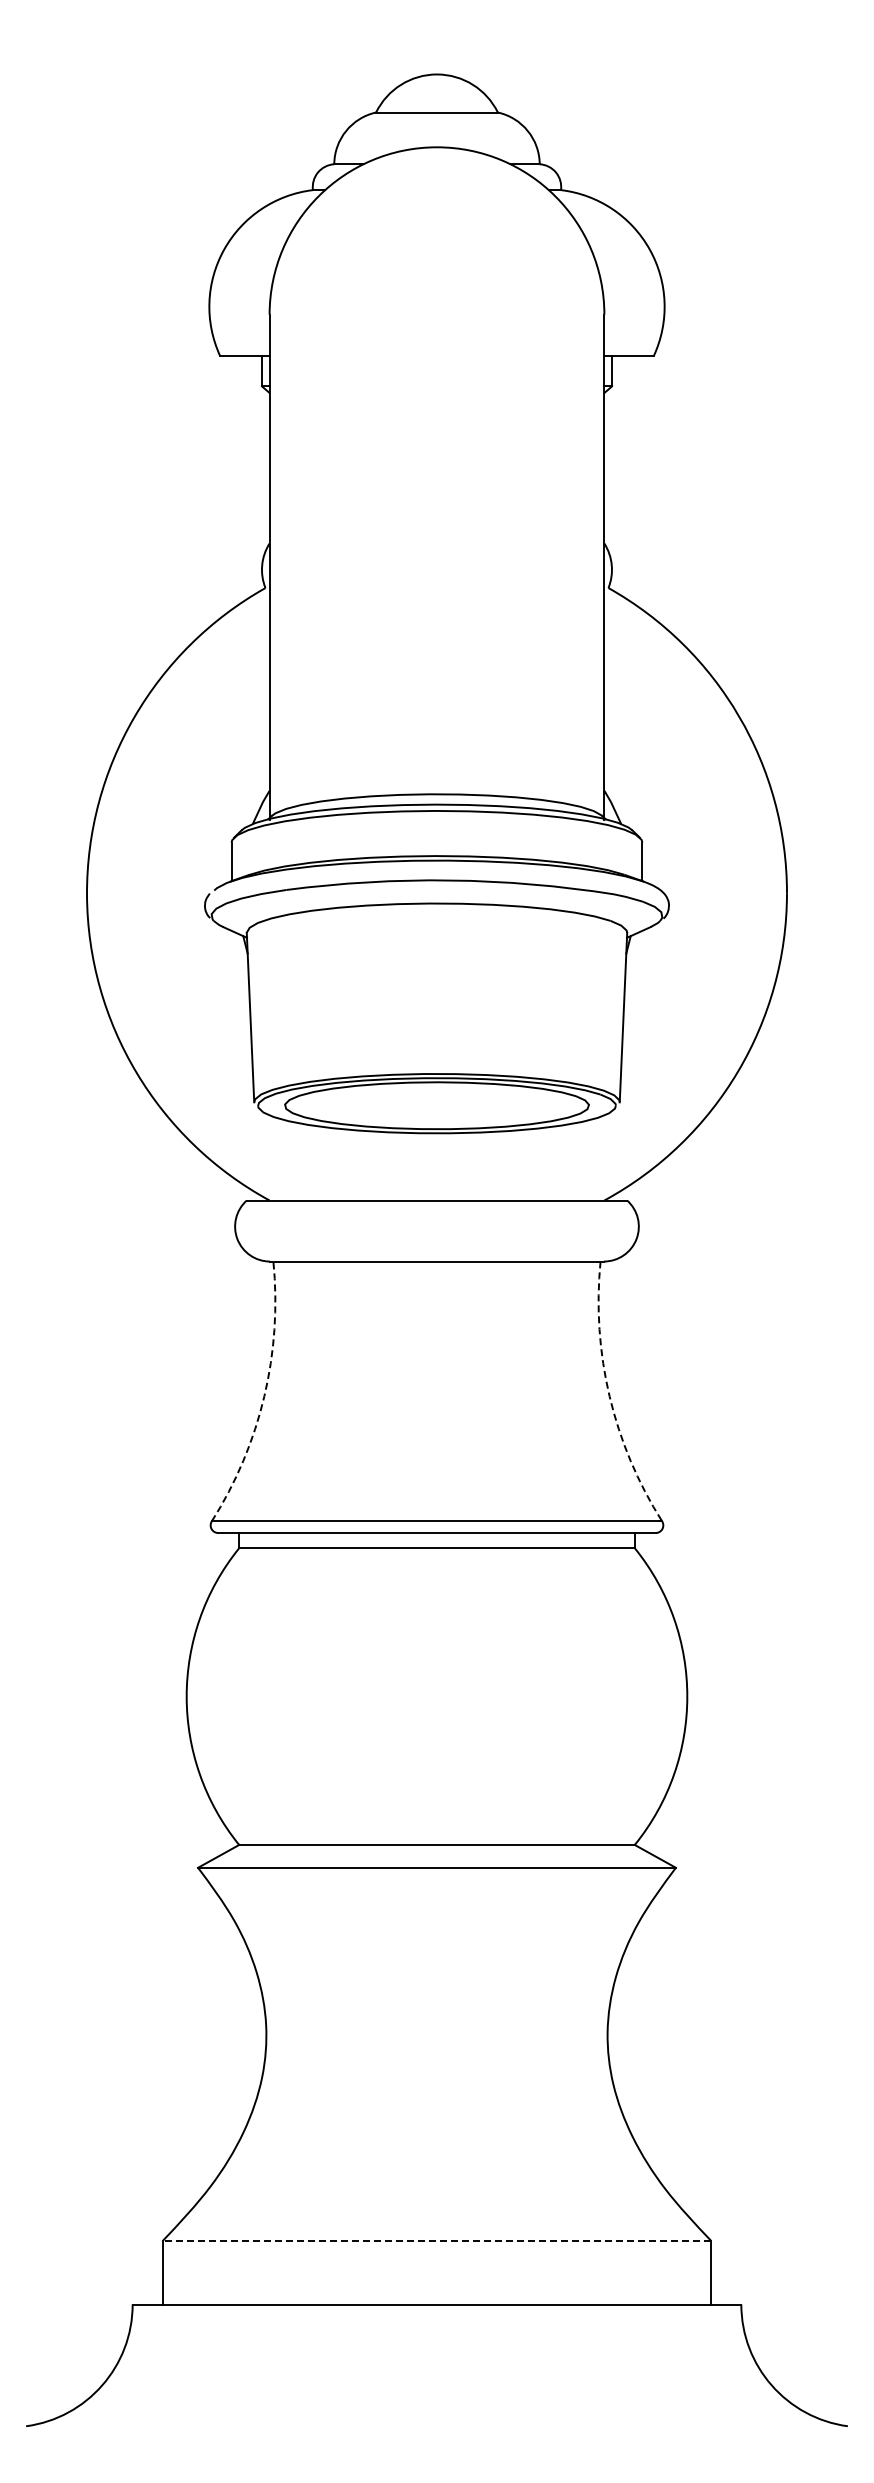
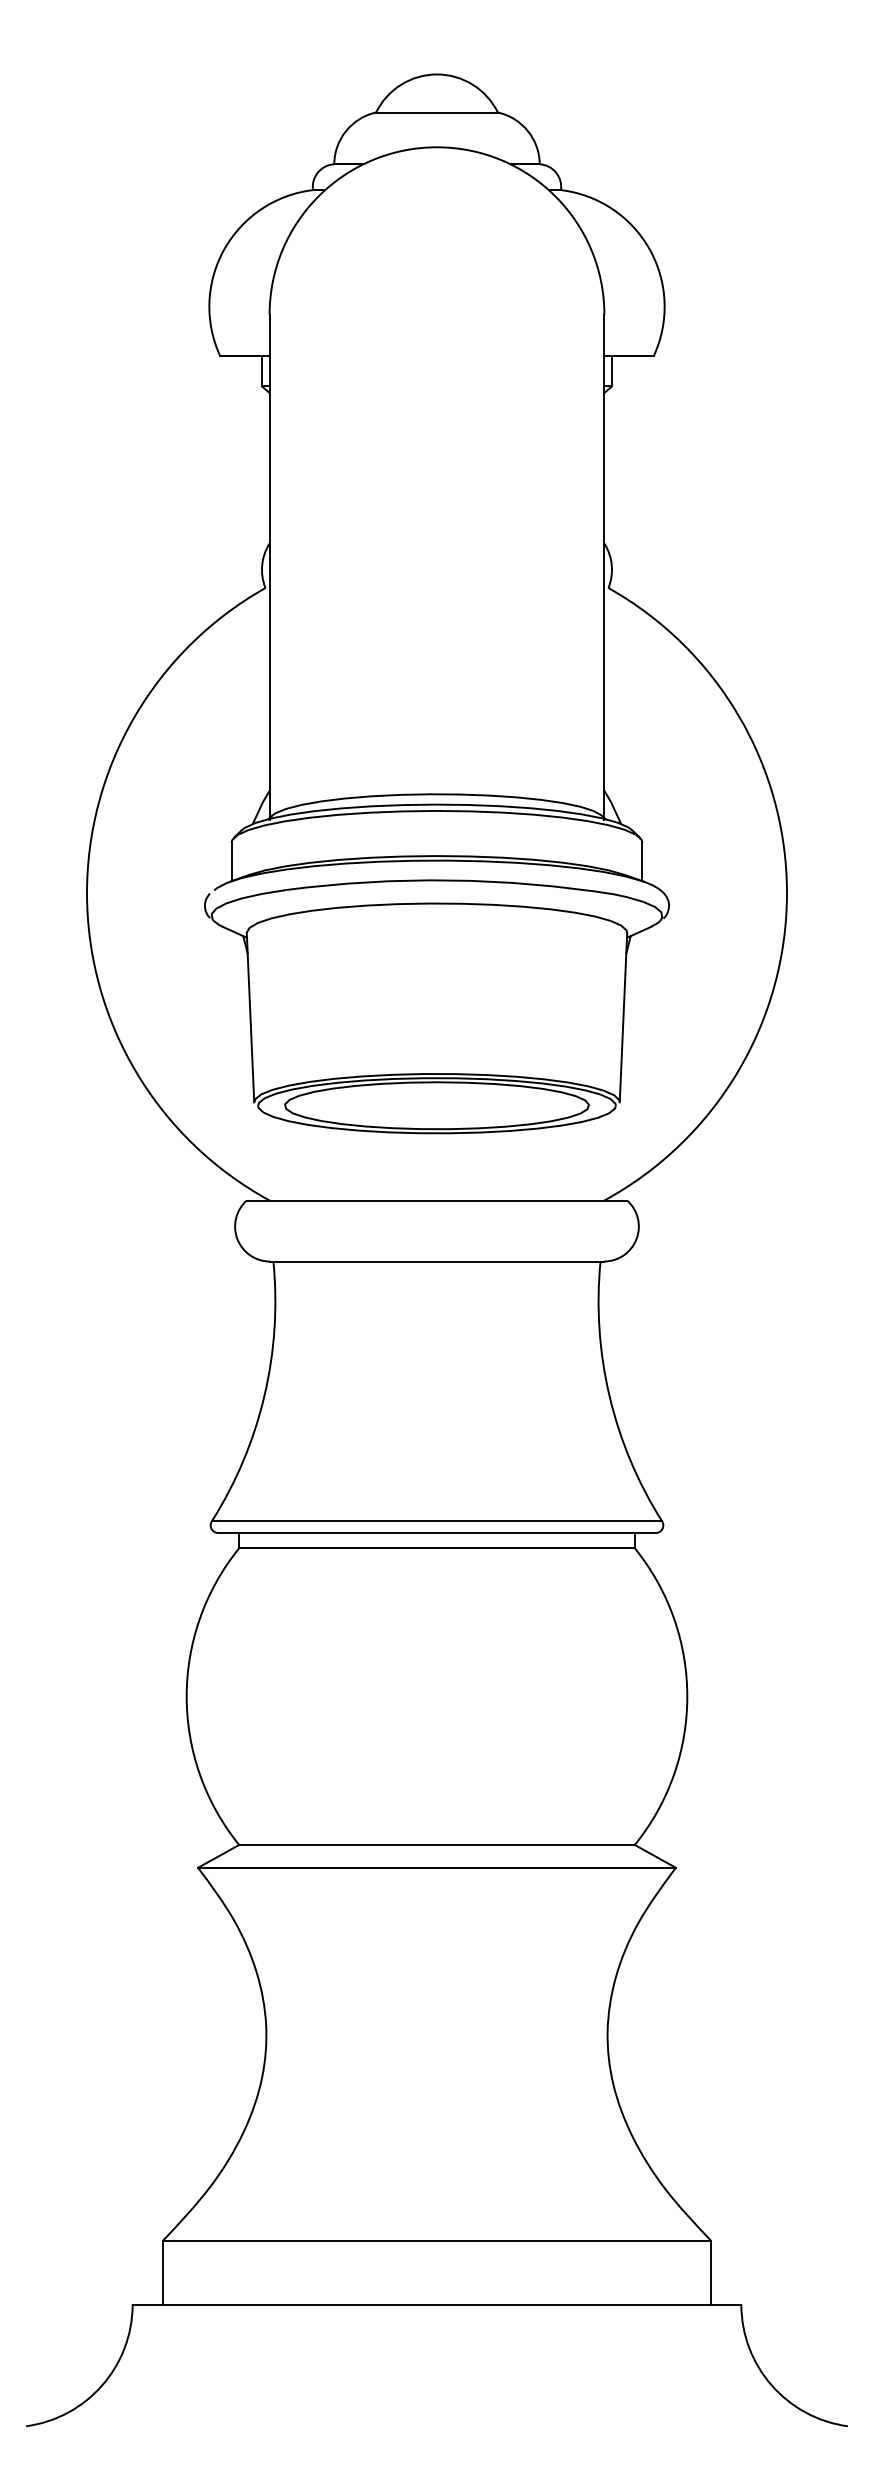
arc at (264, 1396): dashed -> solid
arc at (609, 1396): dashed -> solid
line at (437, 2240): dashed -> solid
